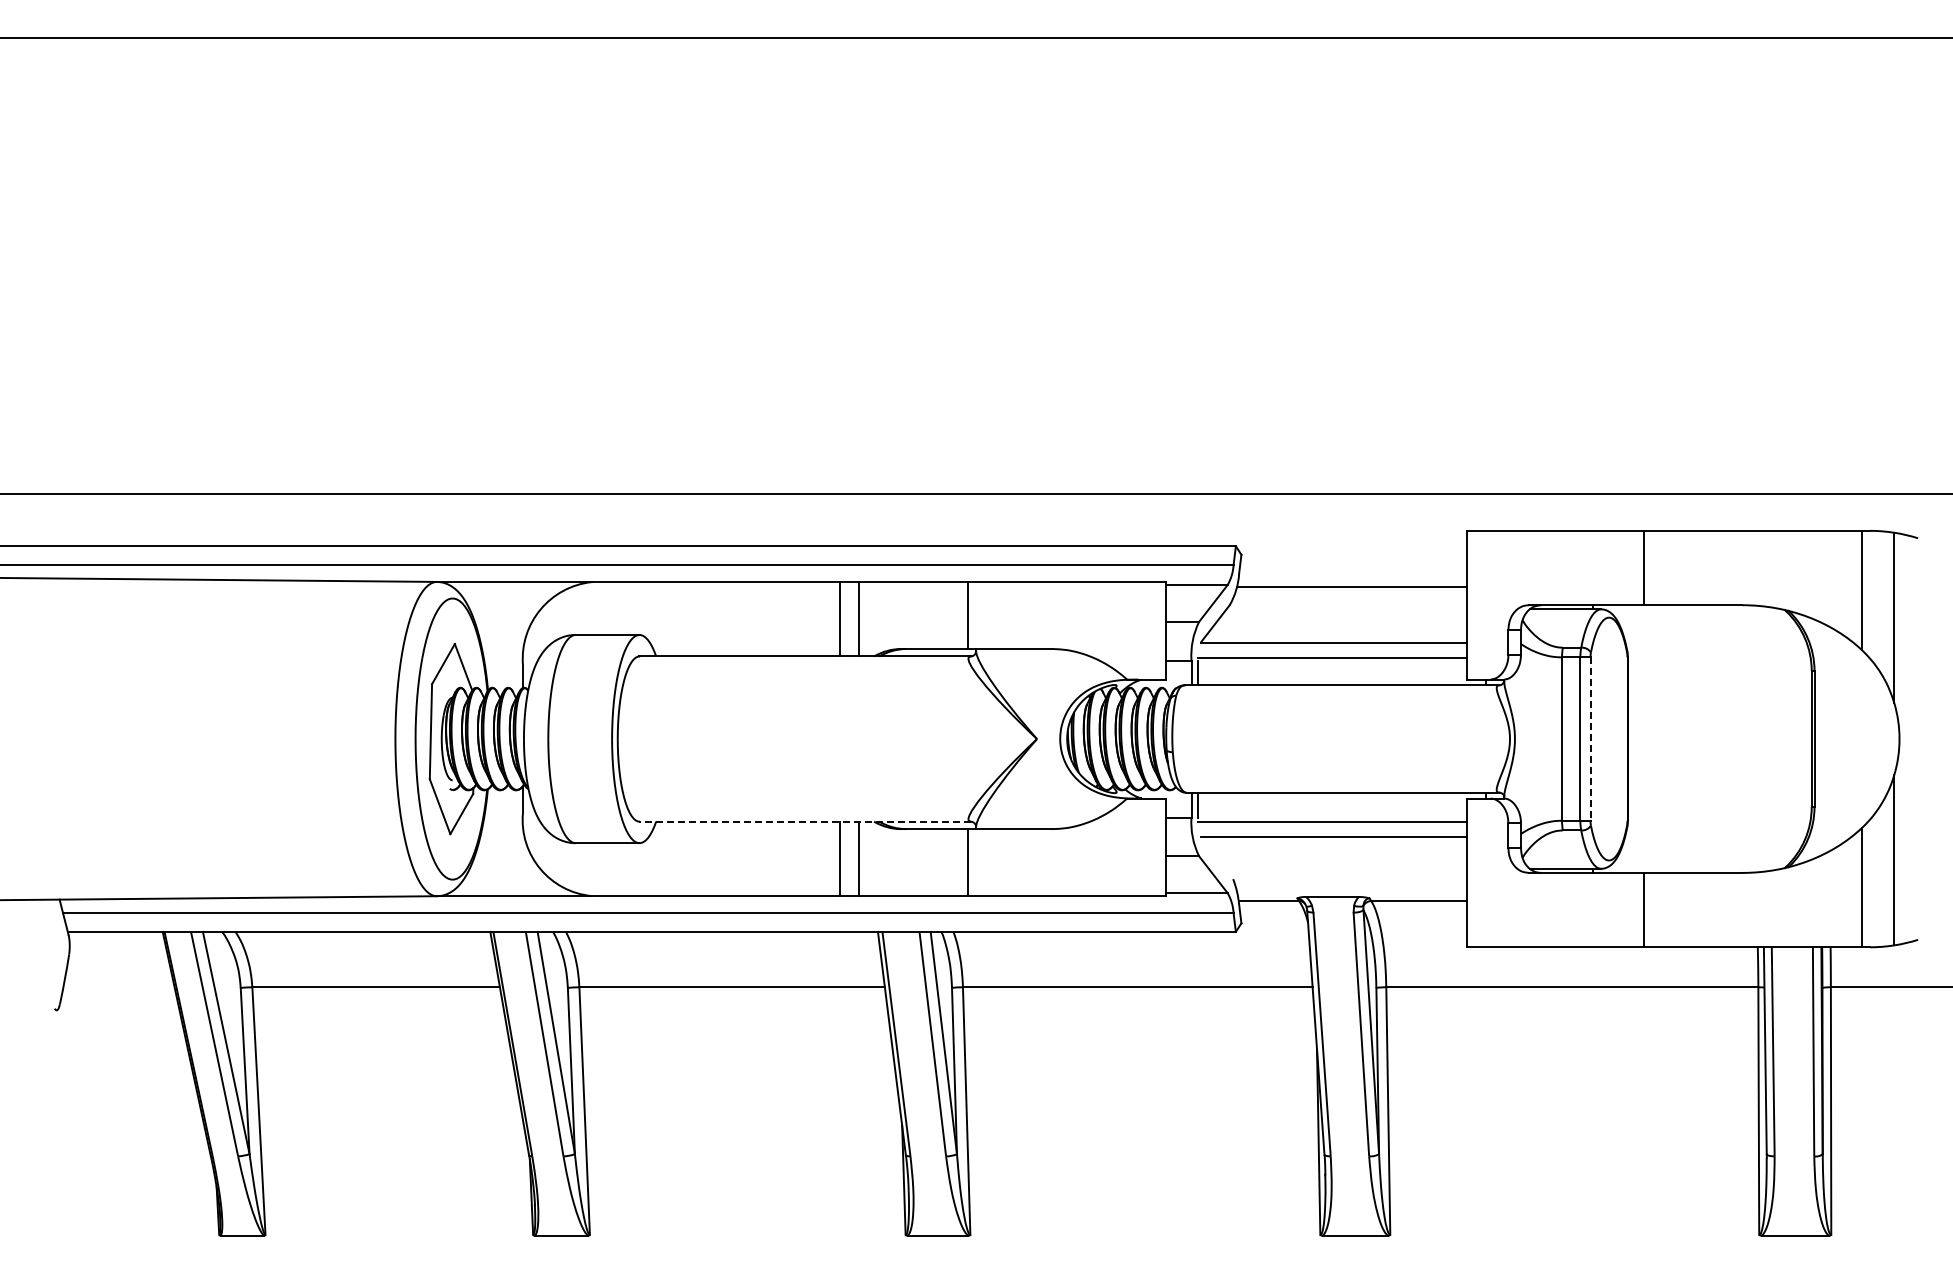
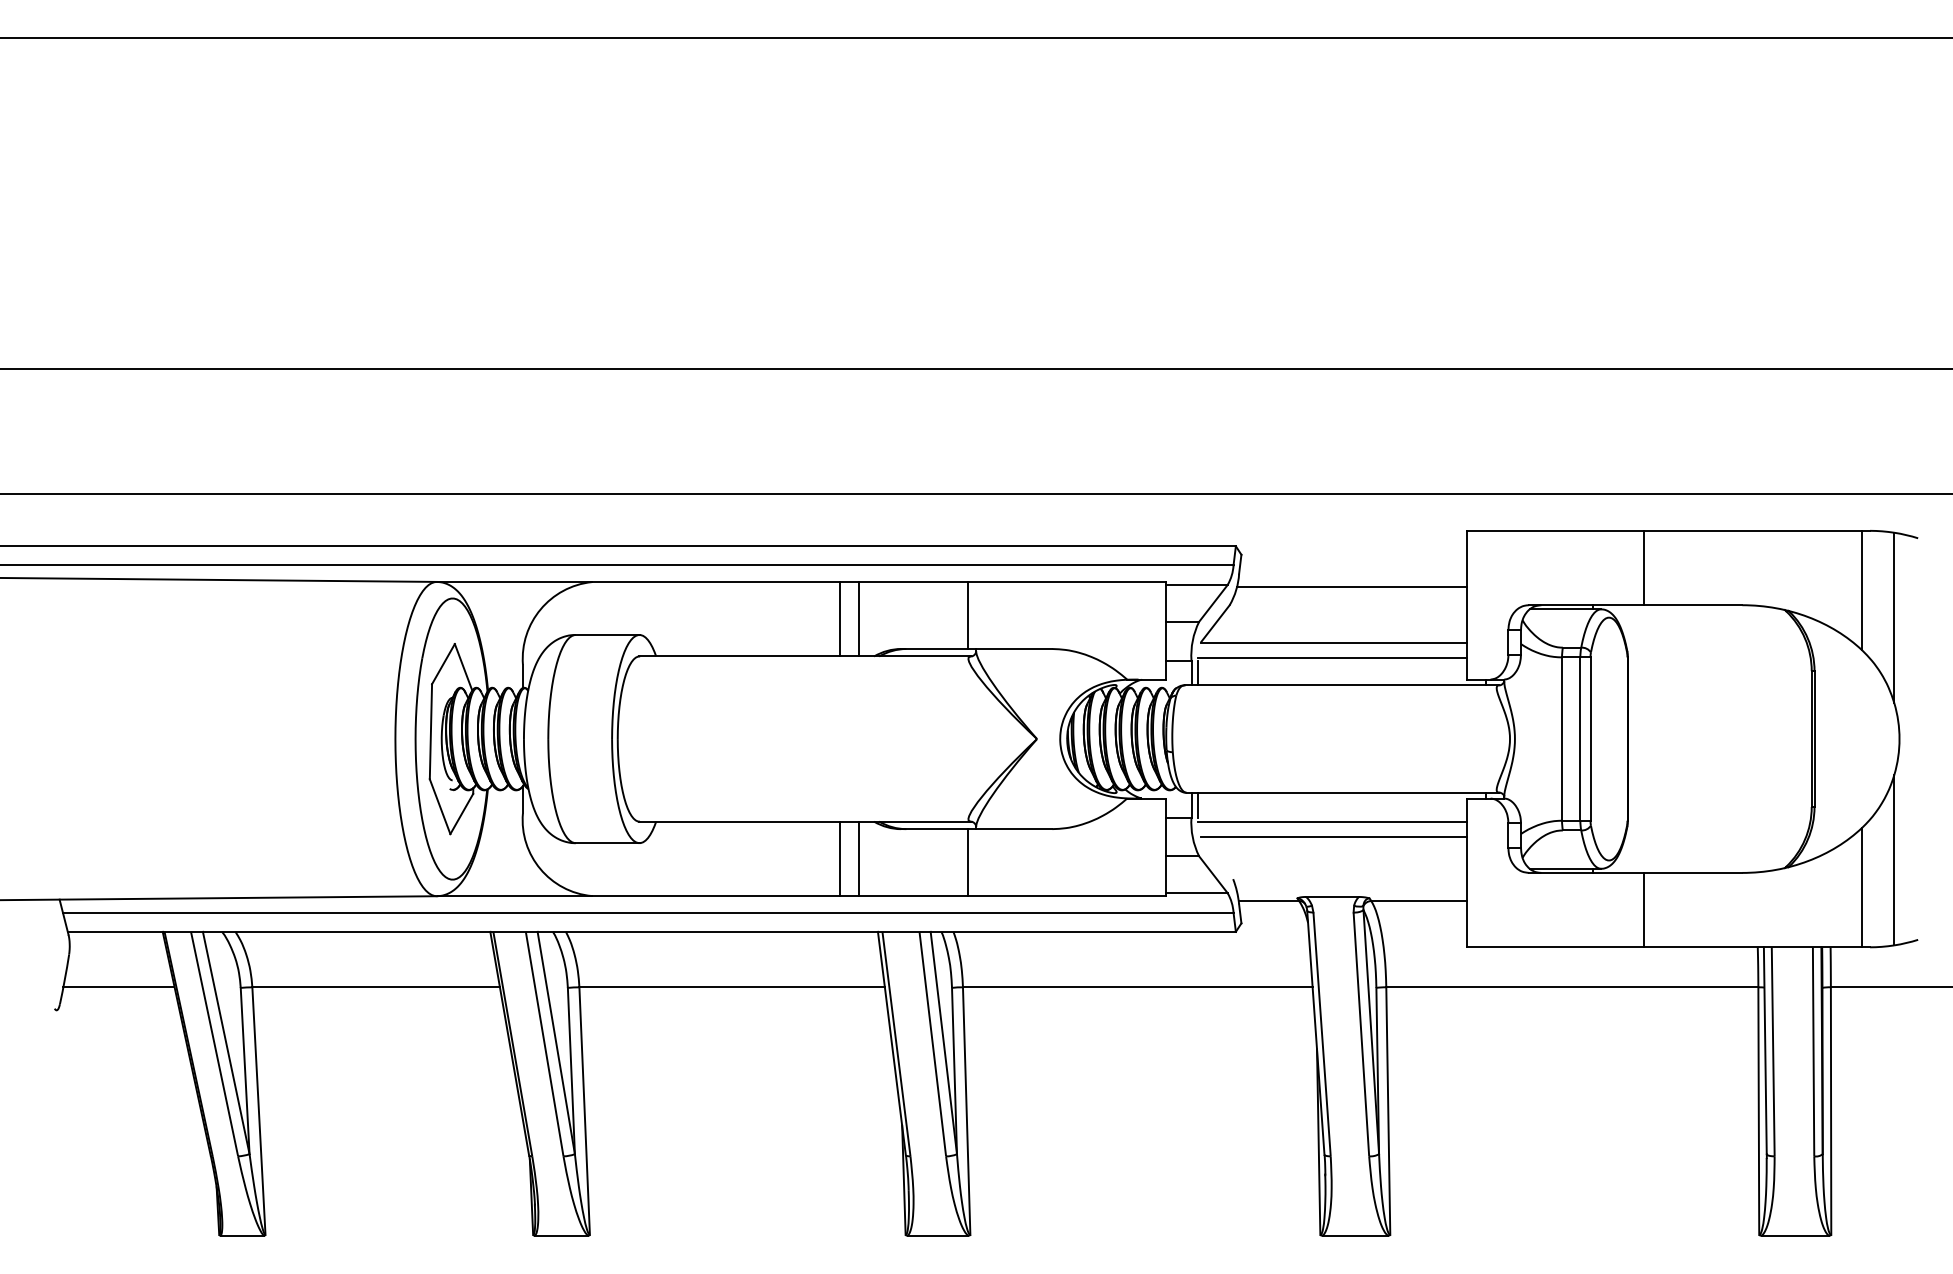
line at (975, 368): none -> present
line at (1590, 739): dashed -> solid
line at (804, 821): dashed -> solid
line at (118, 987): none -> present
